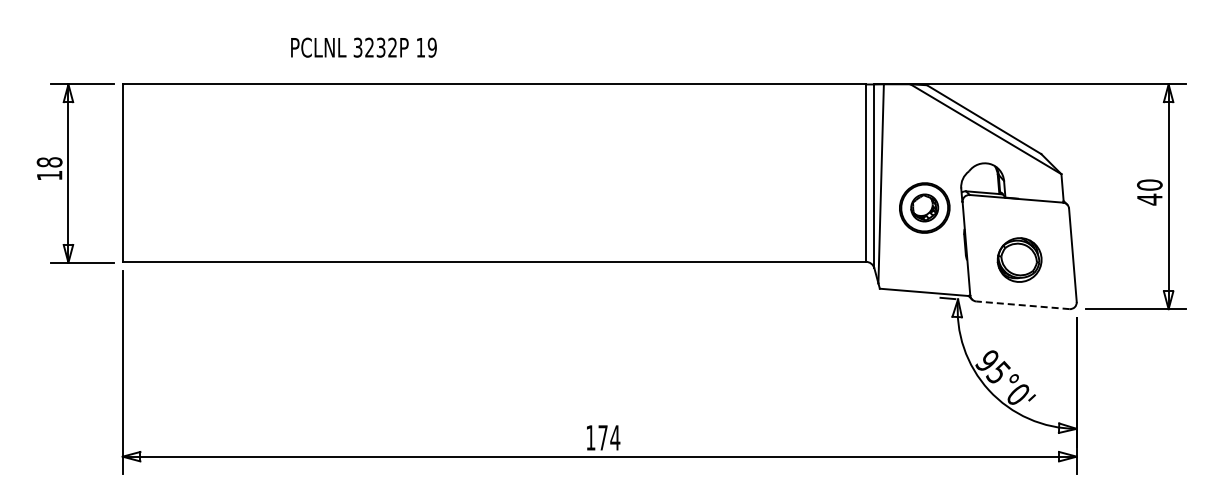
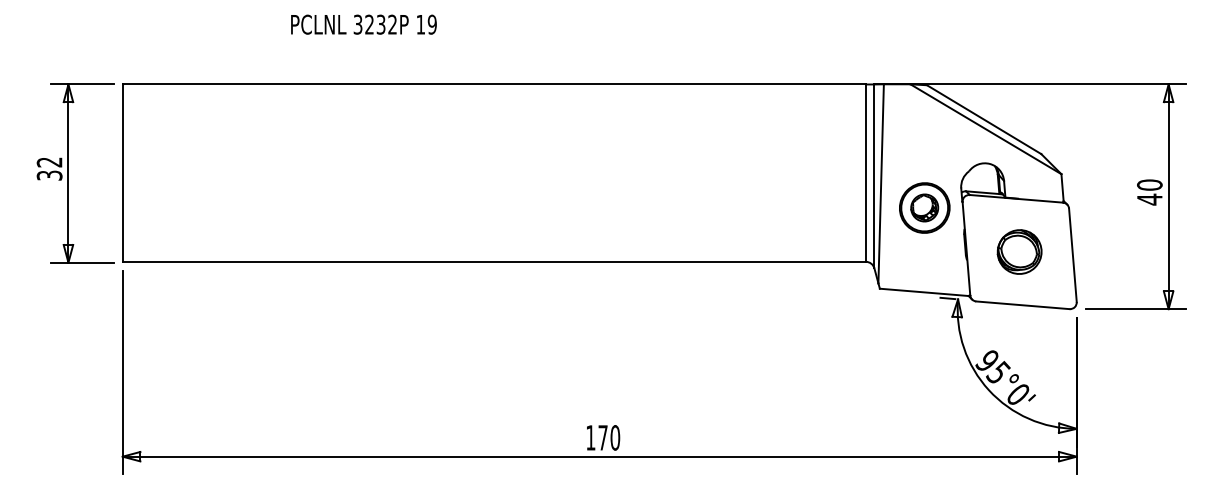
text at (363, 47) position: (363, 47) -> (363, 24)
text at (49, 168): 18 -> 32
part at (1019, 259) position: (1019, 259) -> (1019, 251)
line at (1022, 305): dashed -> solid
text at (615, 437): 174 -> 170
